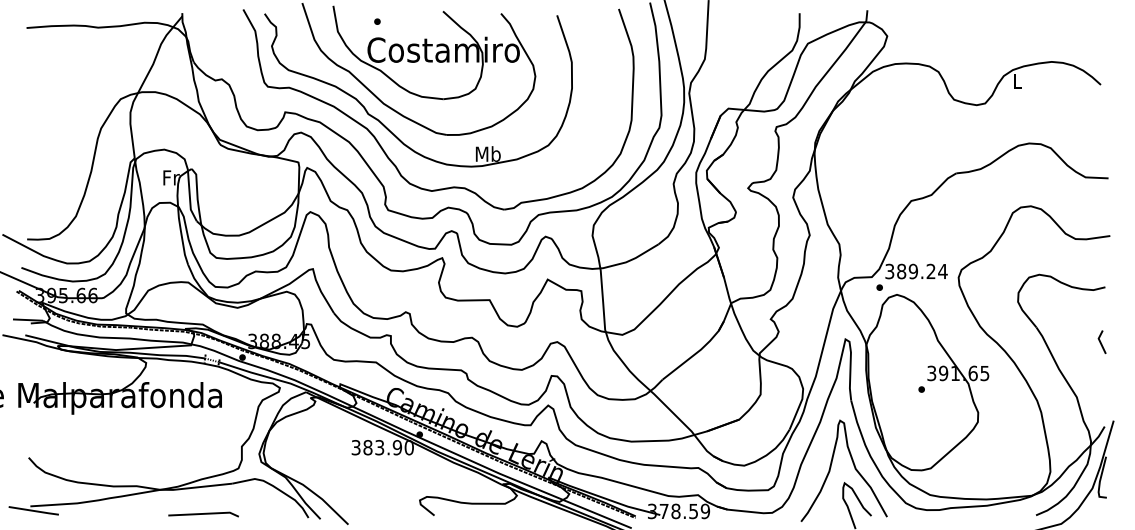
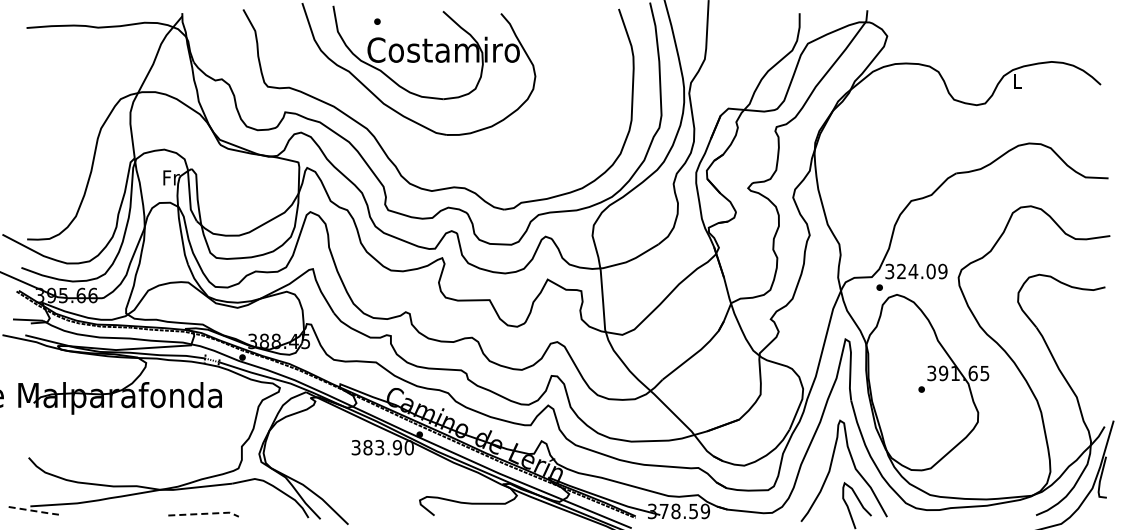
part at (384, 124): present -> none
text at (922, 271): 389.24 -> 324.09
line at (1101, 342): present -> none
line at (34, 511): solid -> dashed
line at (205, 513): solid -> dashed
